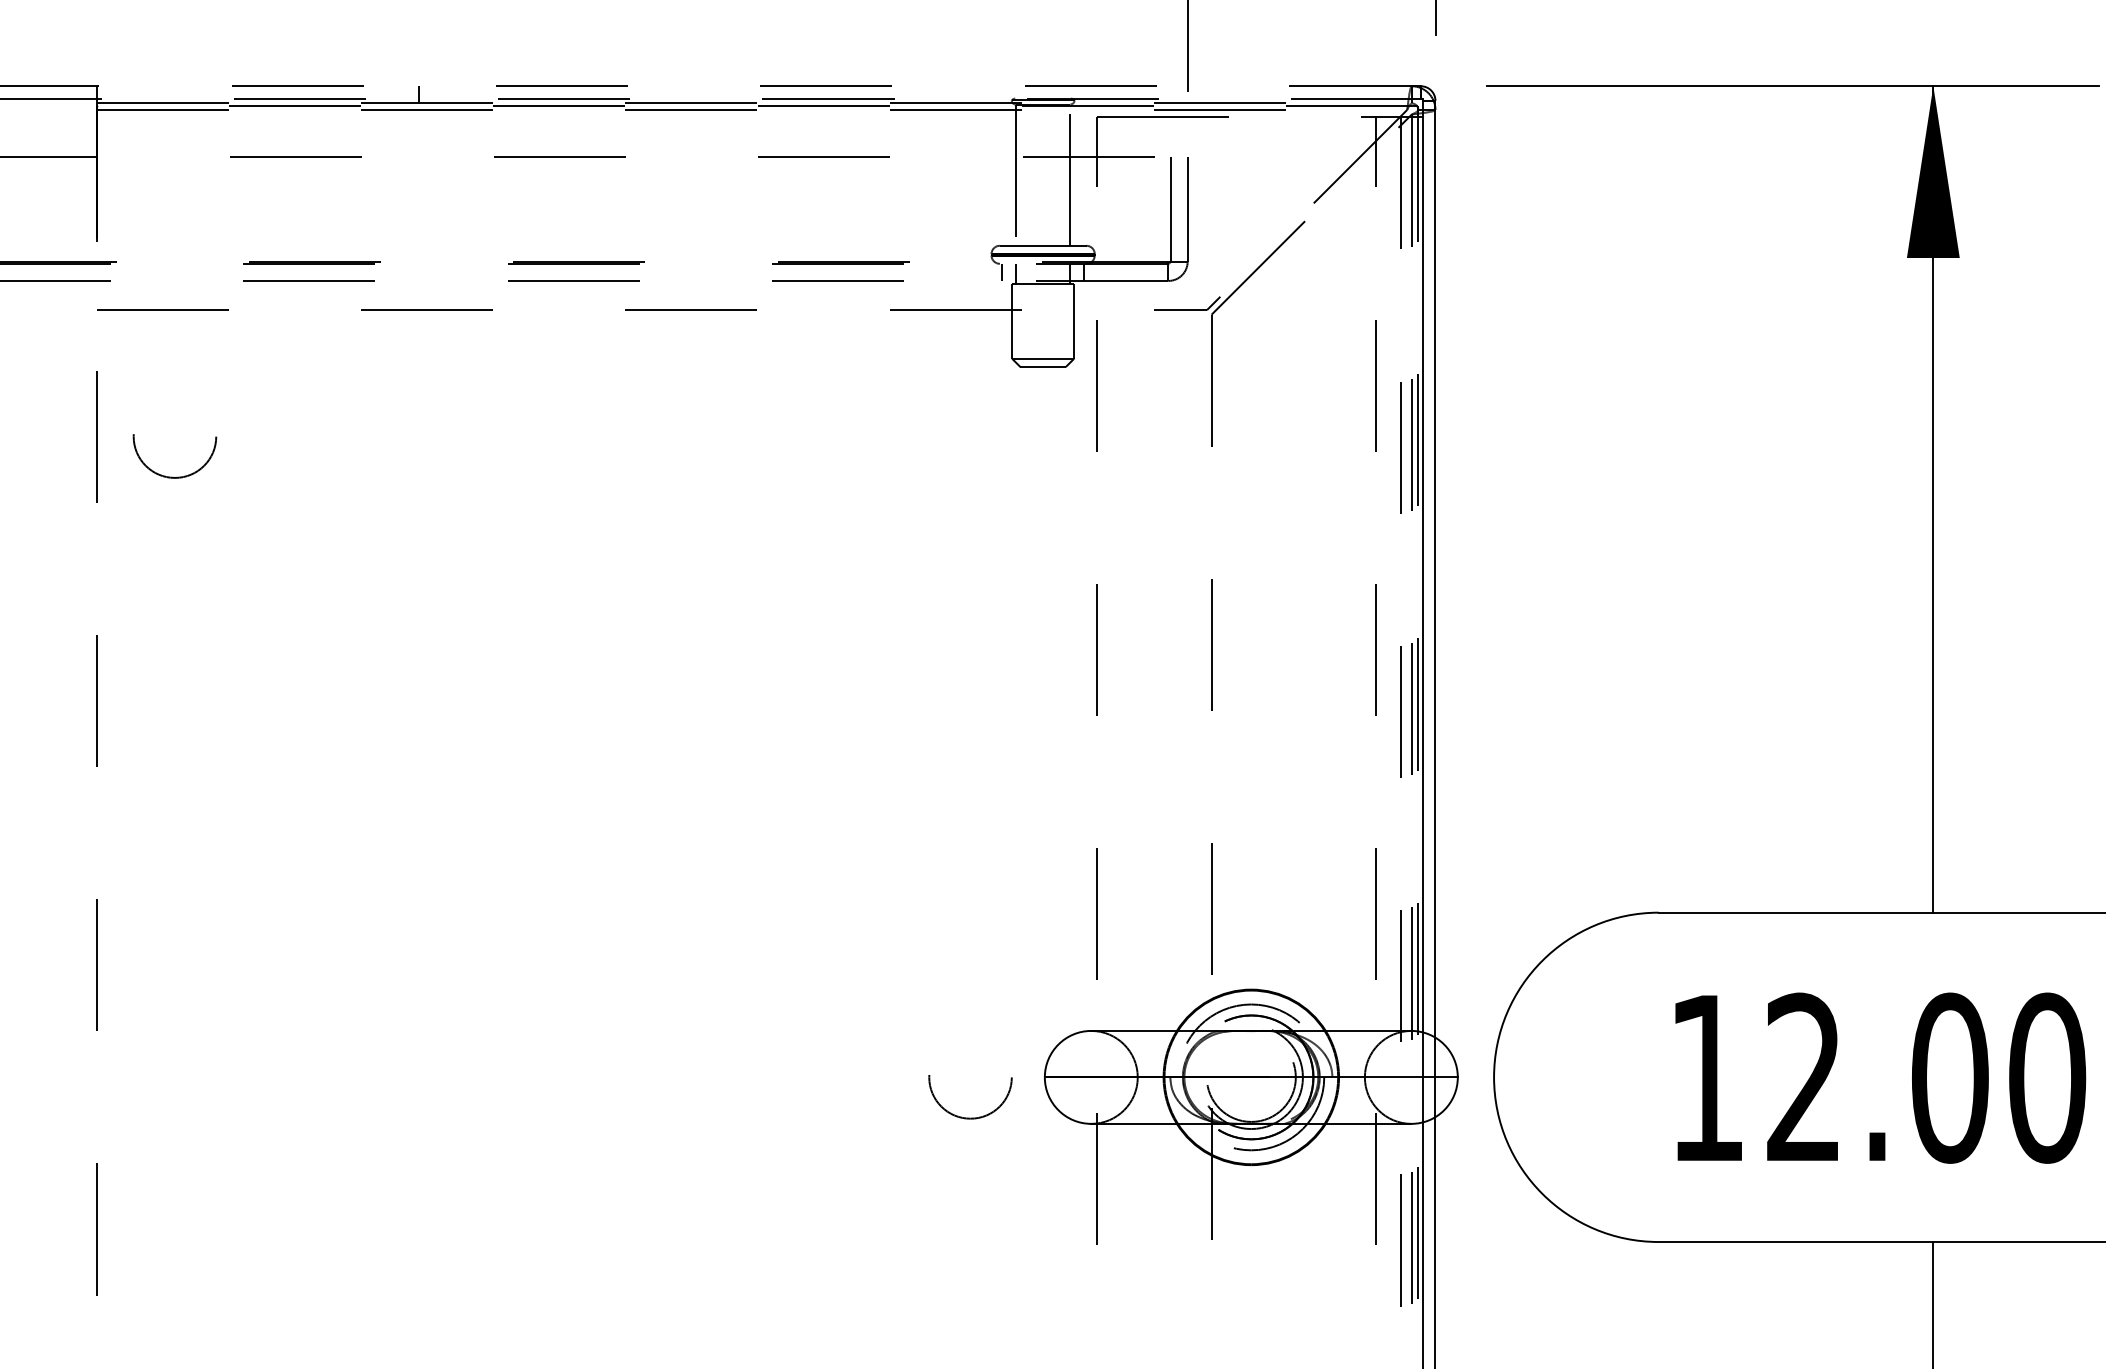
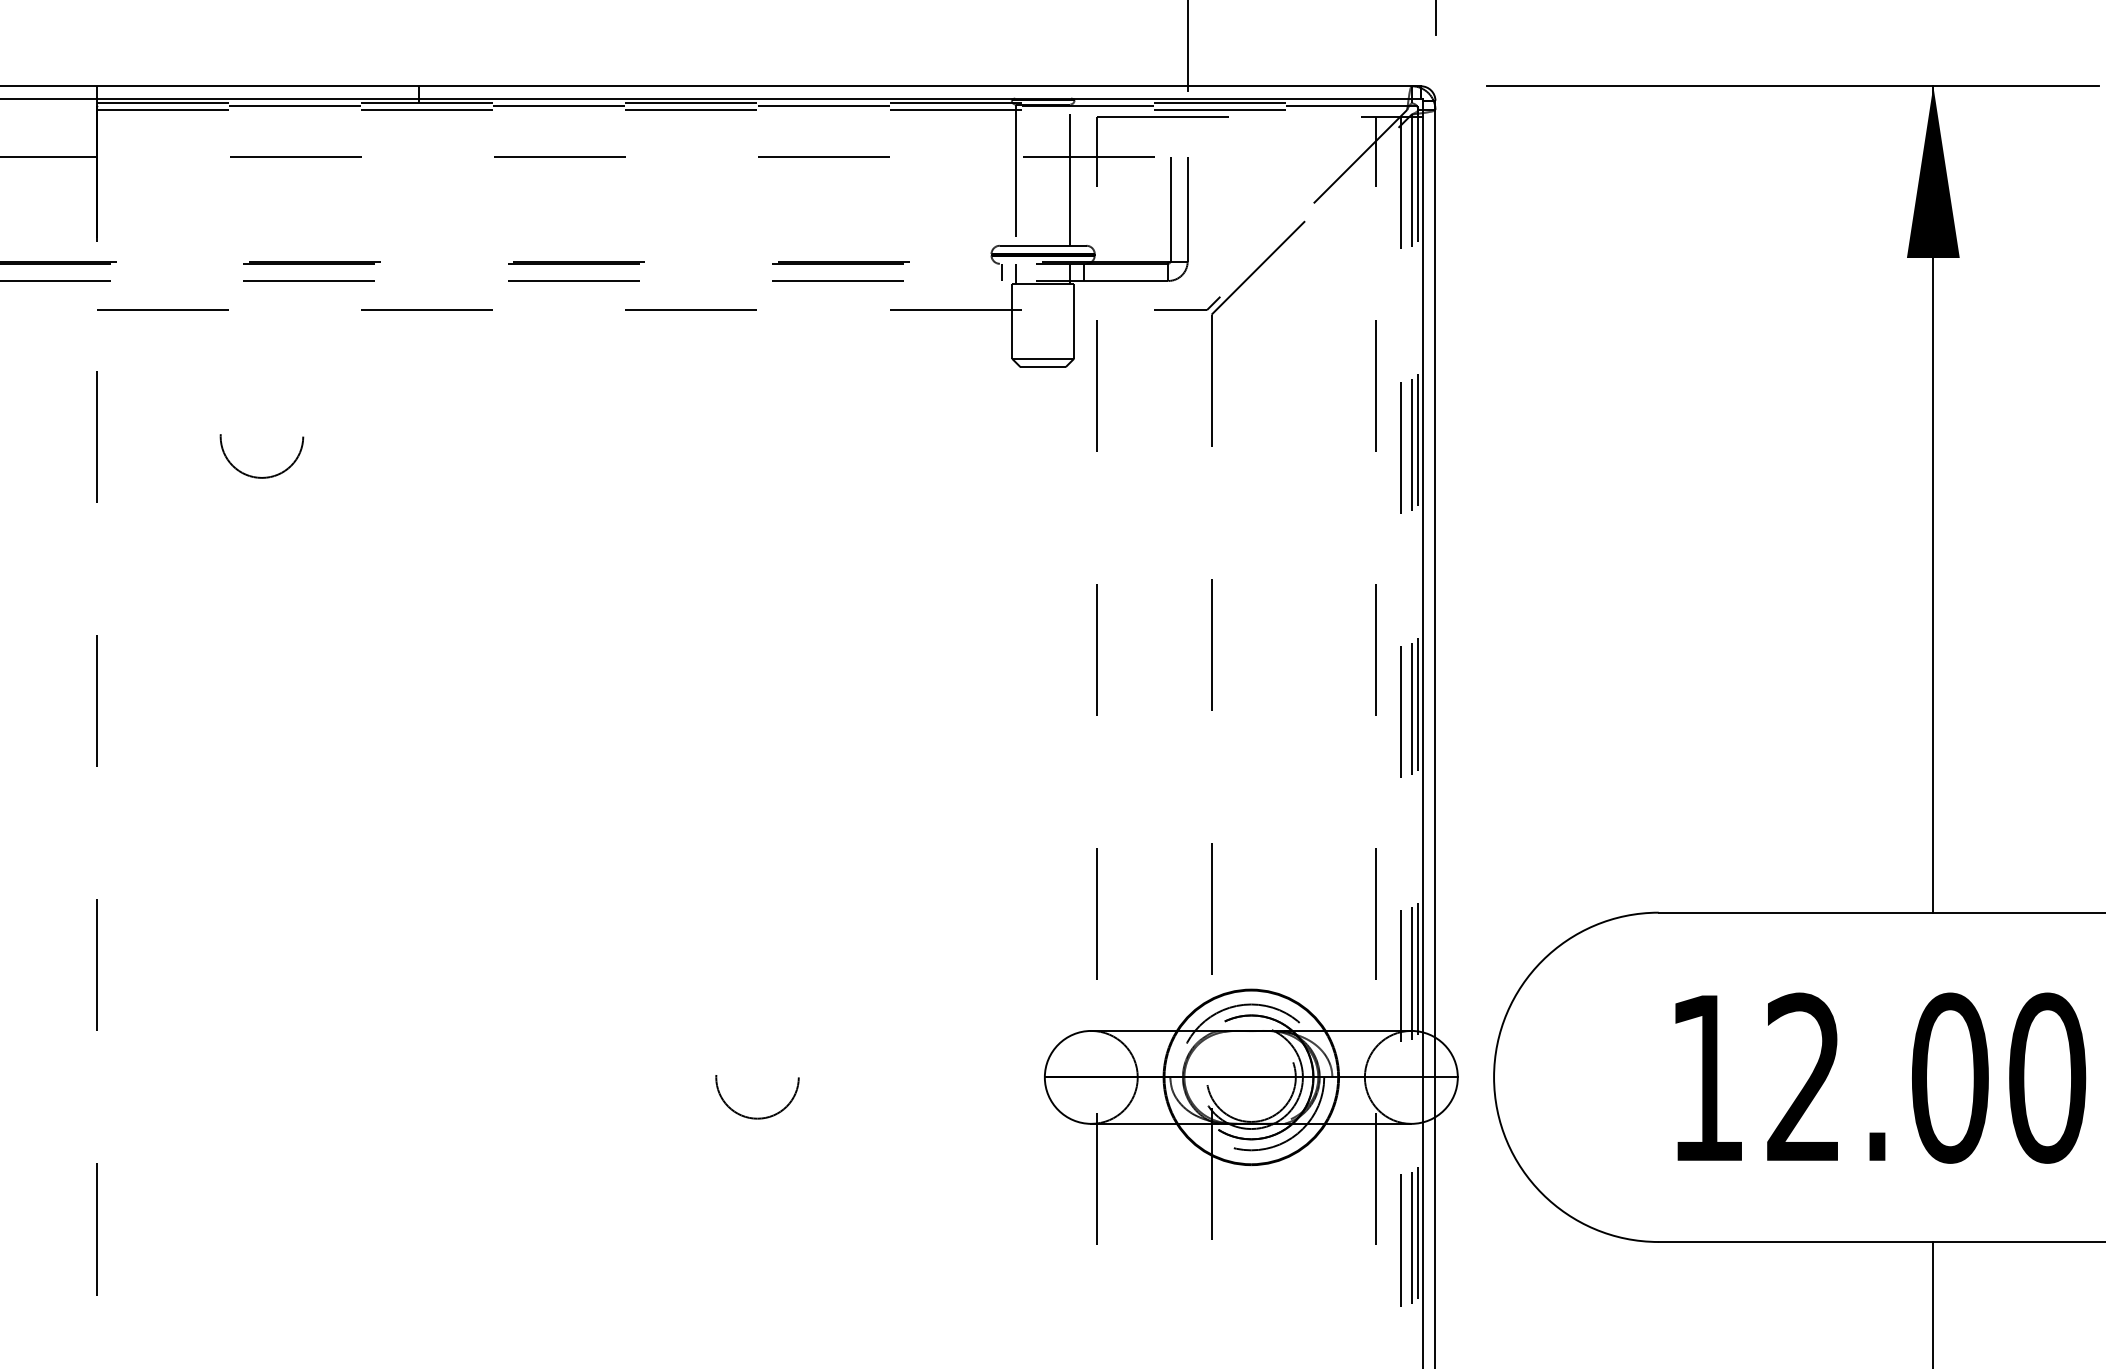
line at (710, 86): dashed -> solid
line at (711, 98): dashed -> solid
circle at (174, 456) position: (174, 456) -> (261, 456)
circle at (970, 1097) position: (970, 1097) -> (757, 1097)
